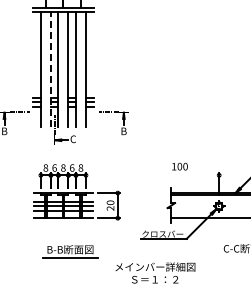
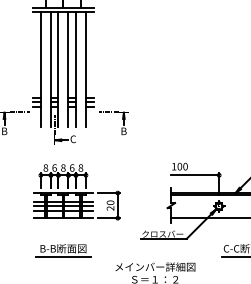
line at (50, 69): dashed -> solid
line at (195, 175): none -> present
part at (70, 251) position: (70, 251) -> (63, 250)
line at (234, 257): none -> present
